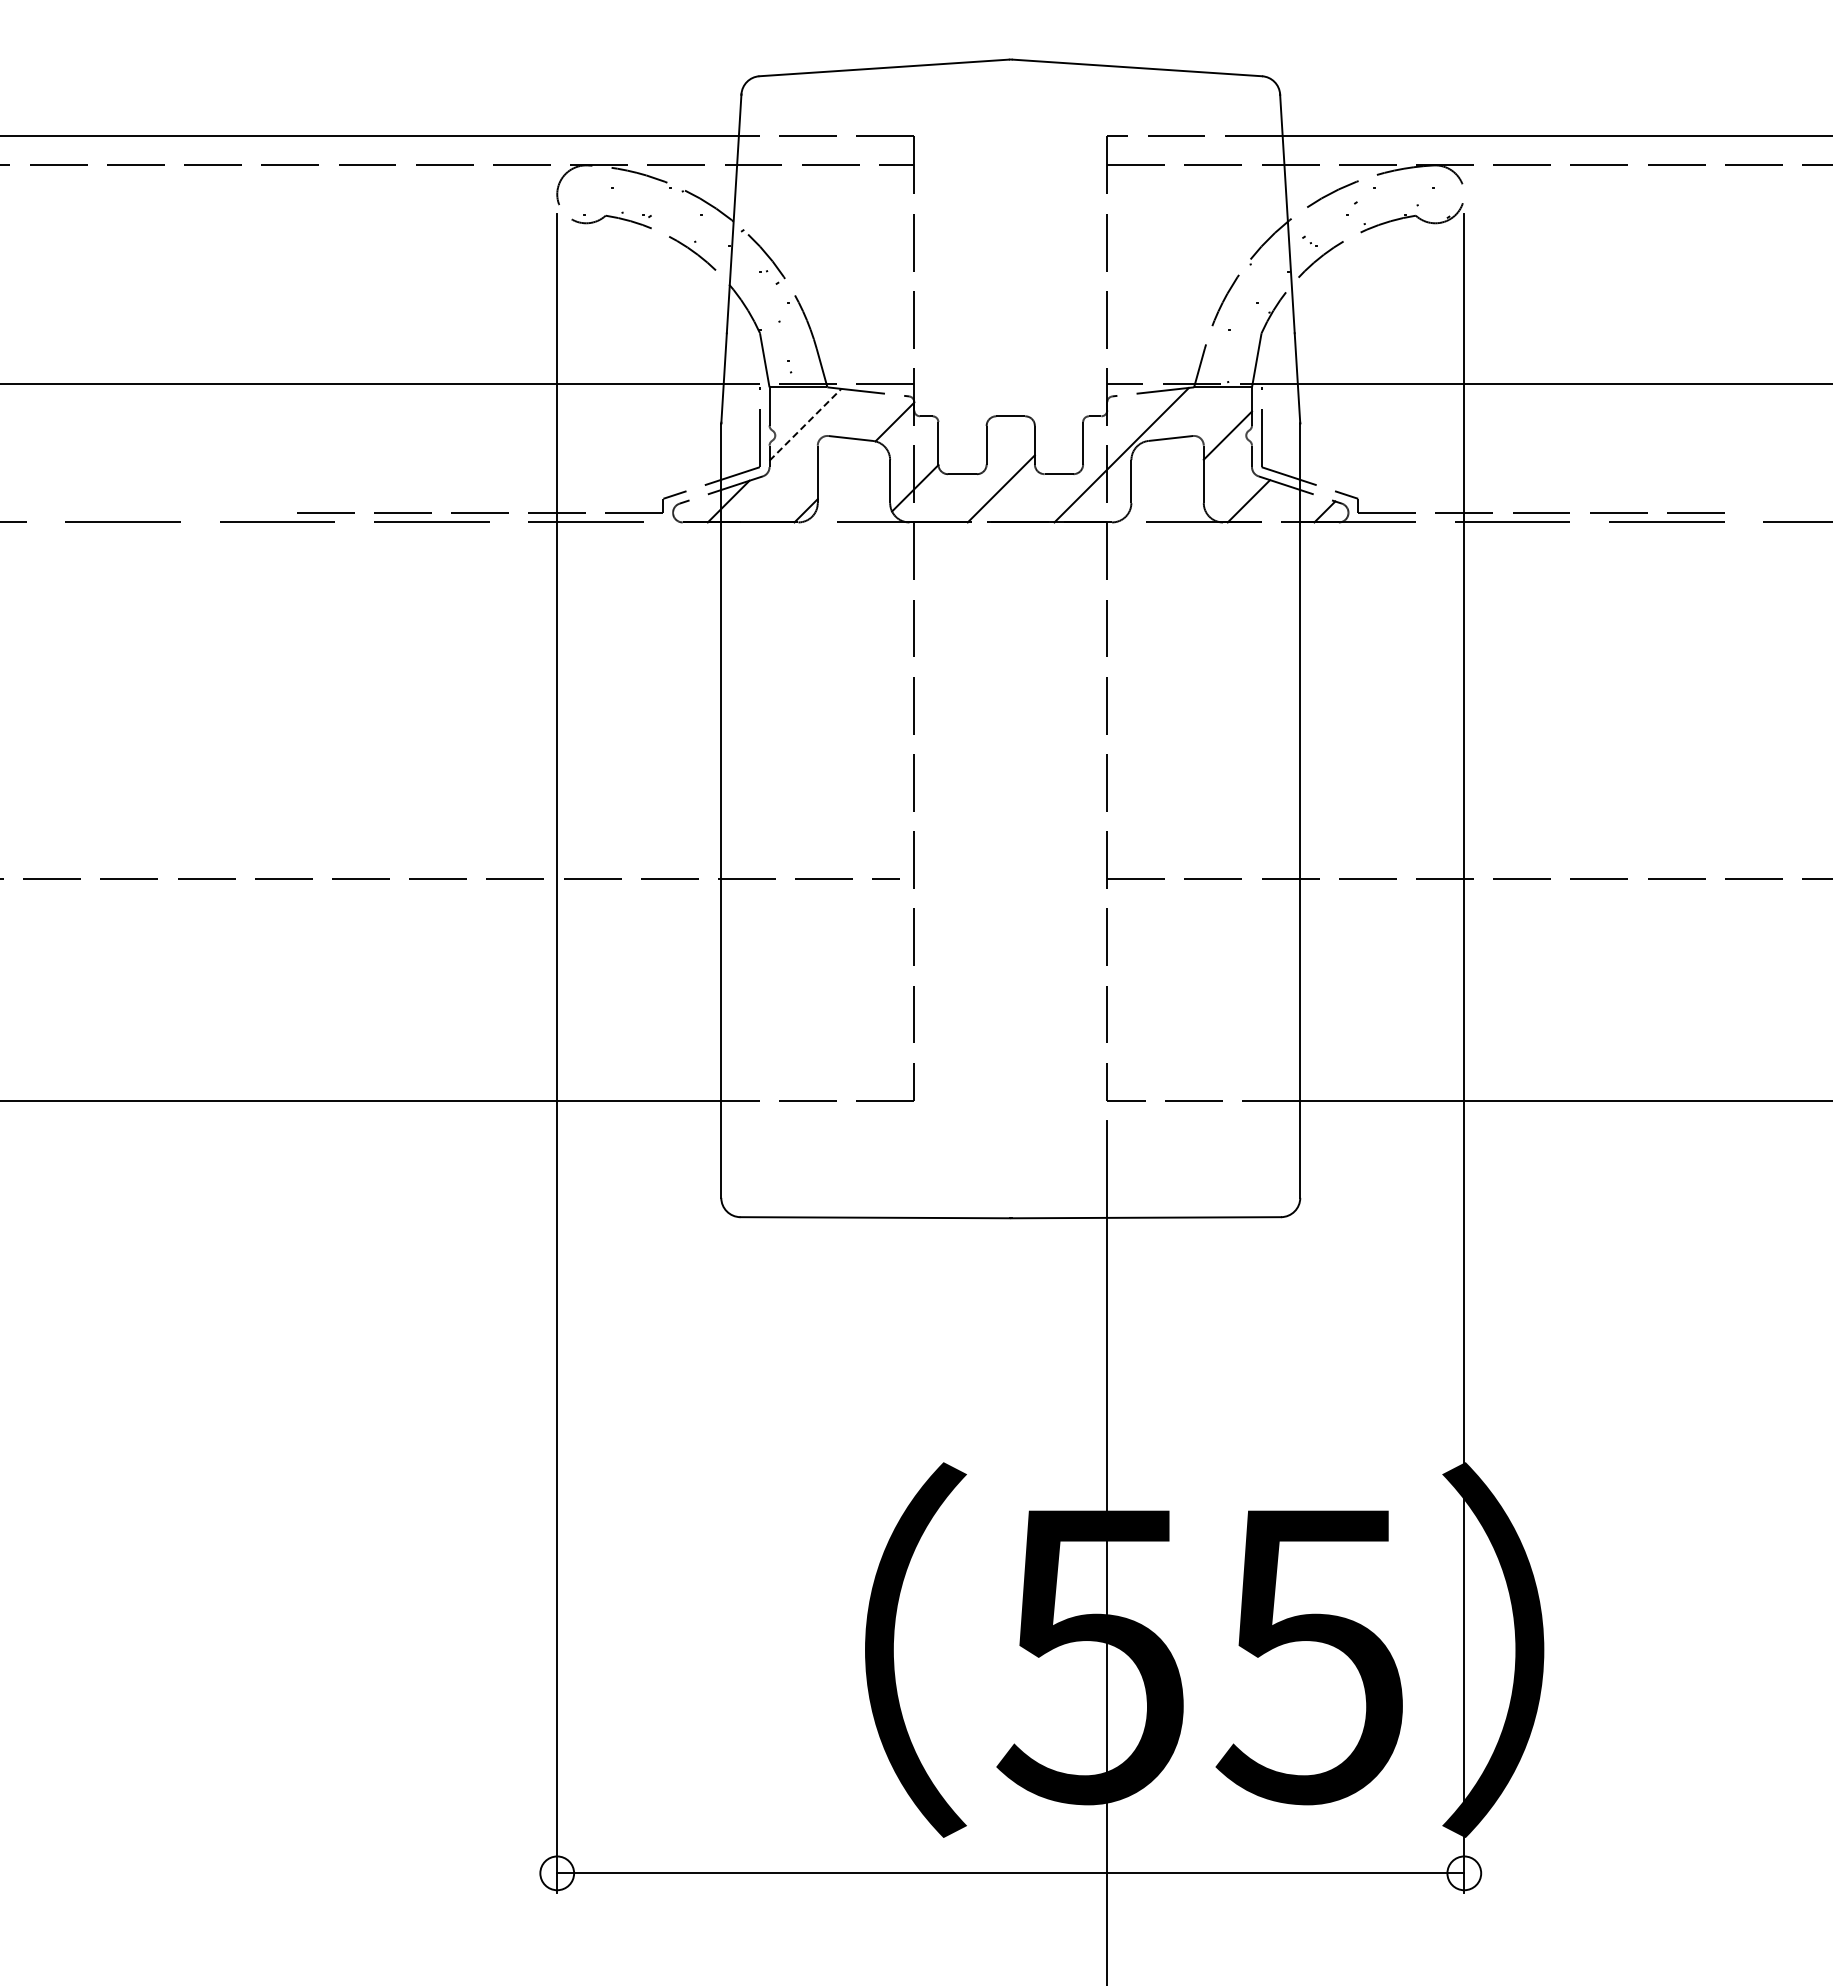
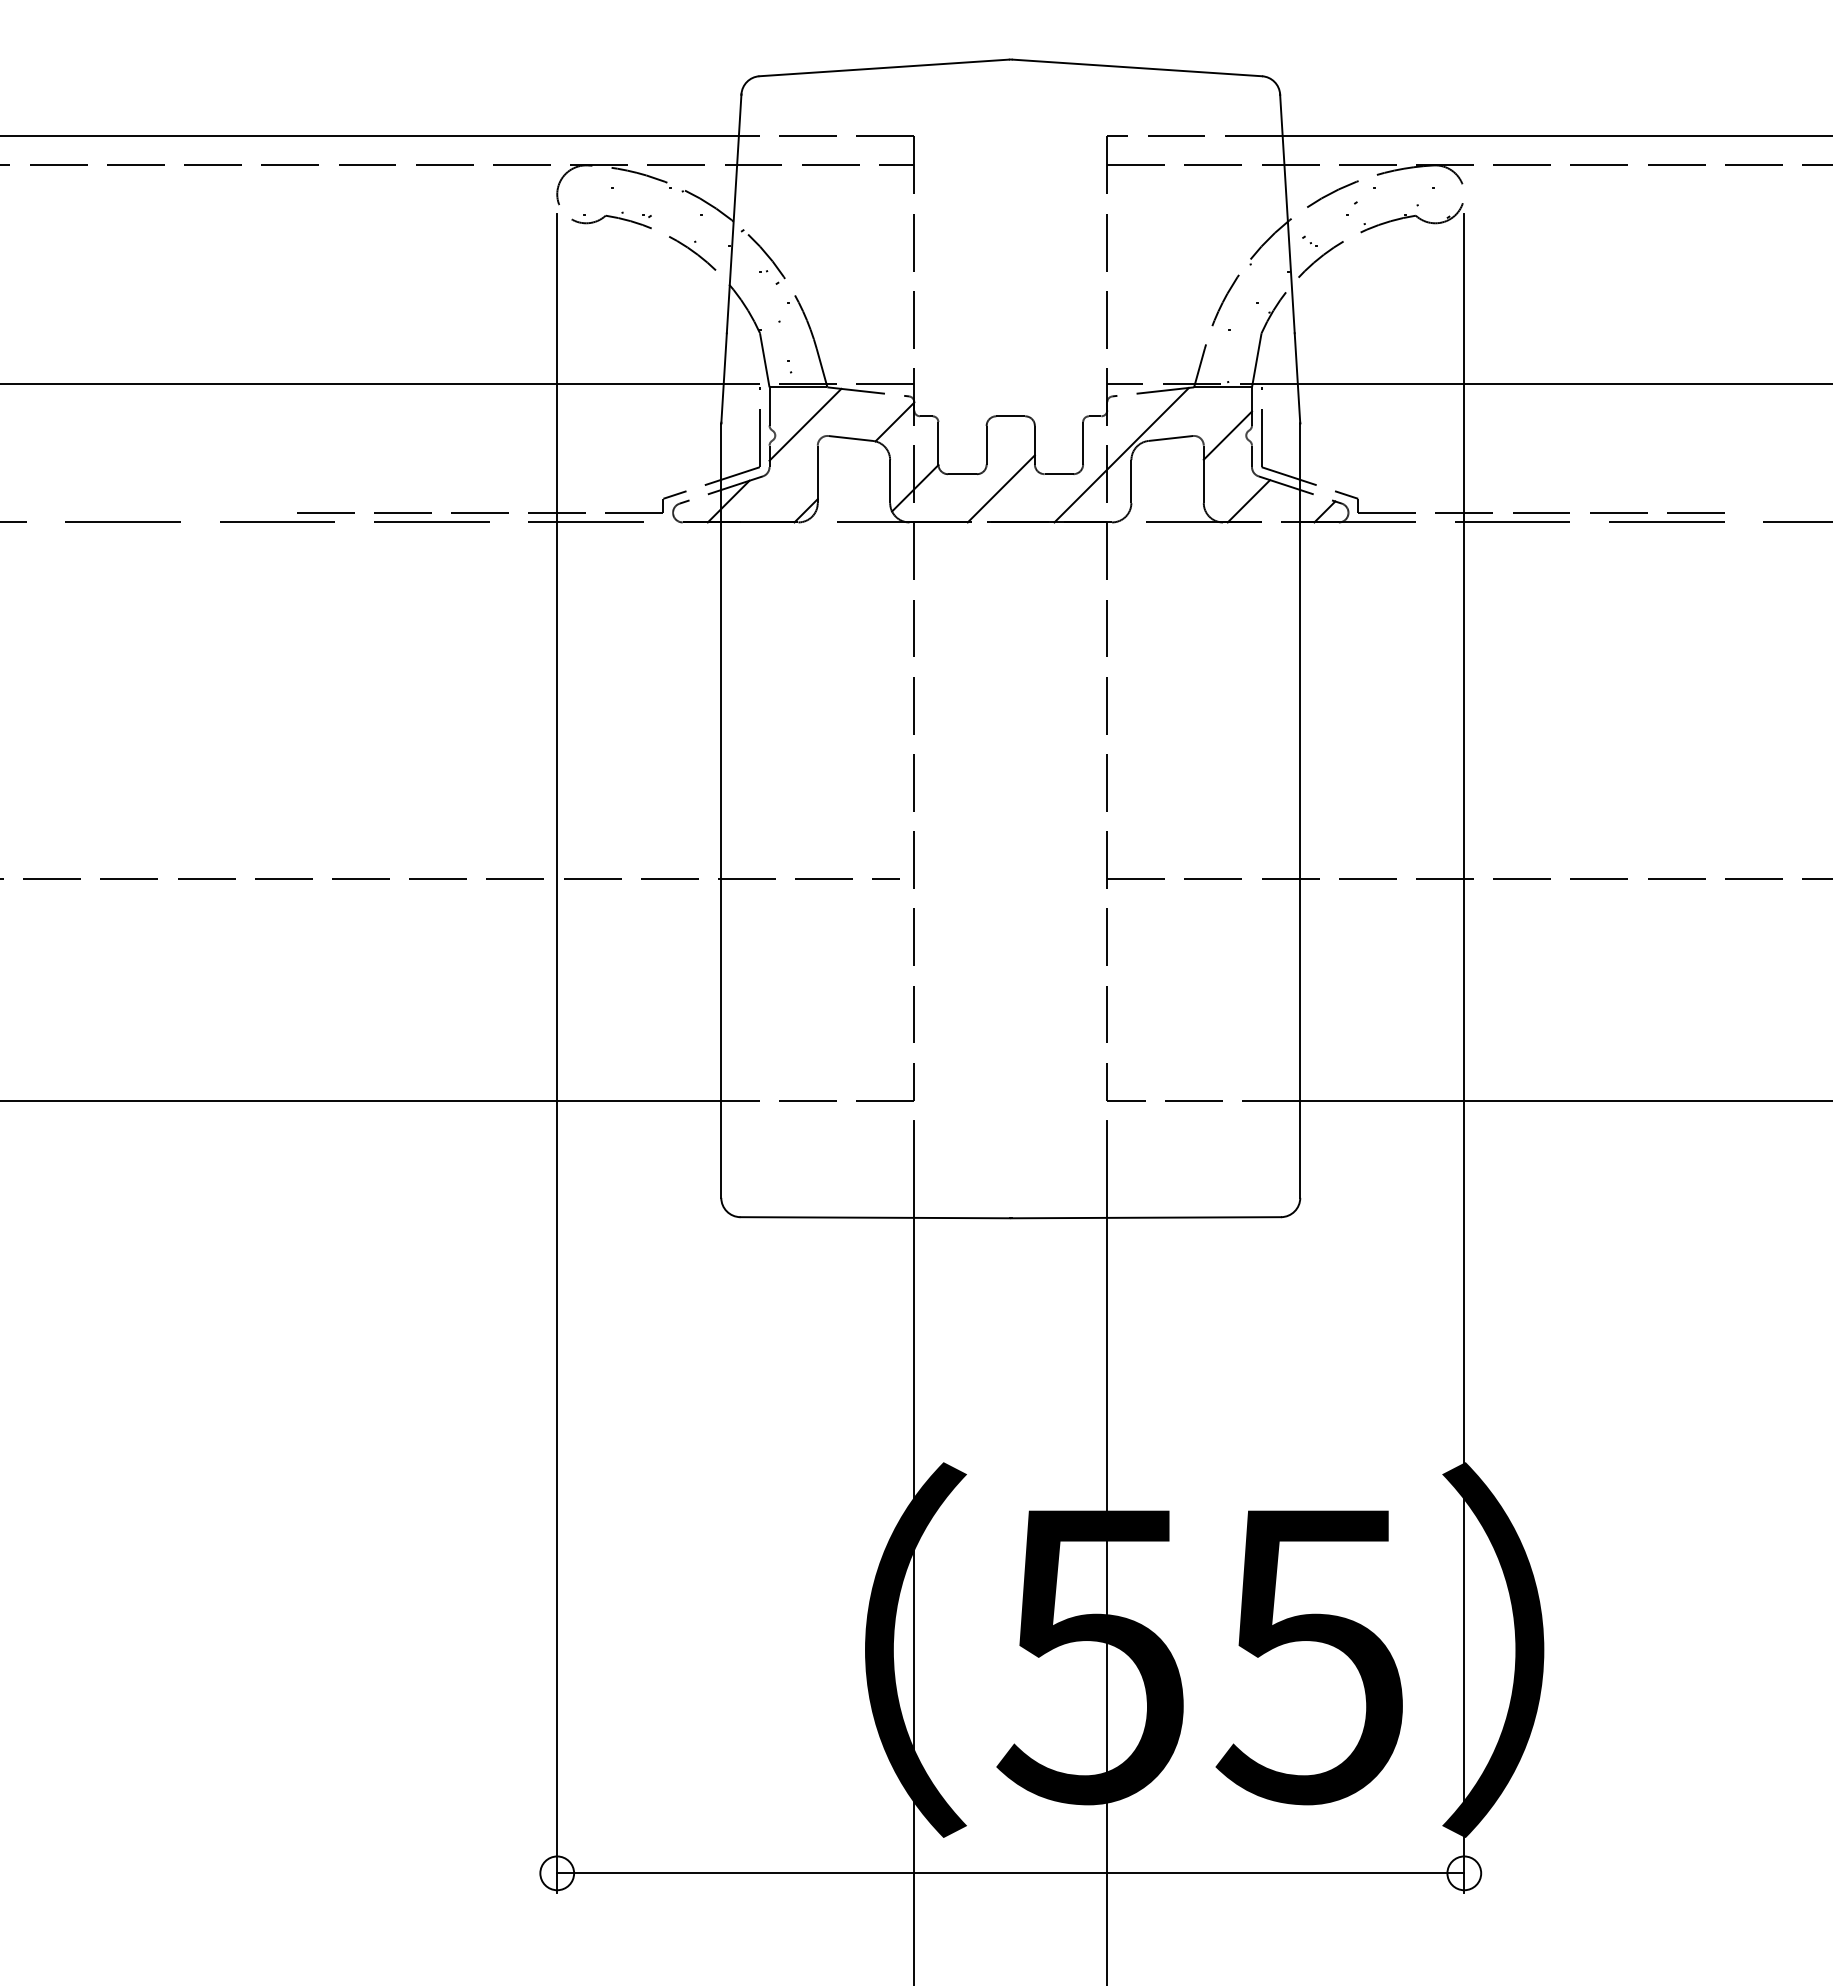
line at (805, 424): dashed -> solid
line at (914, 1551): none -> present
